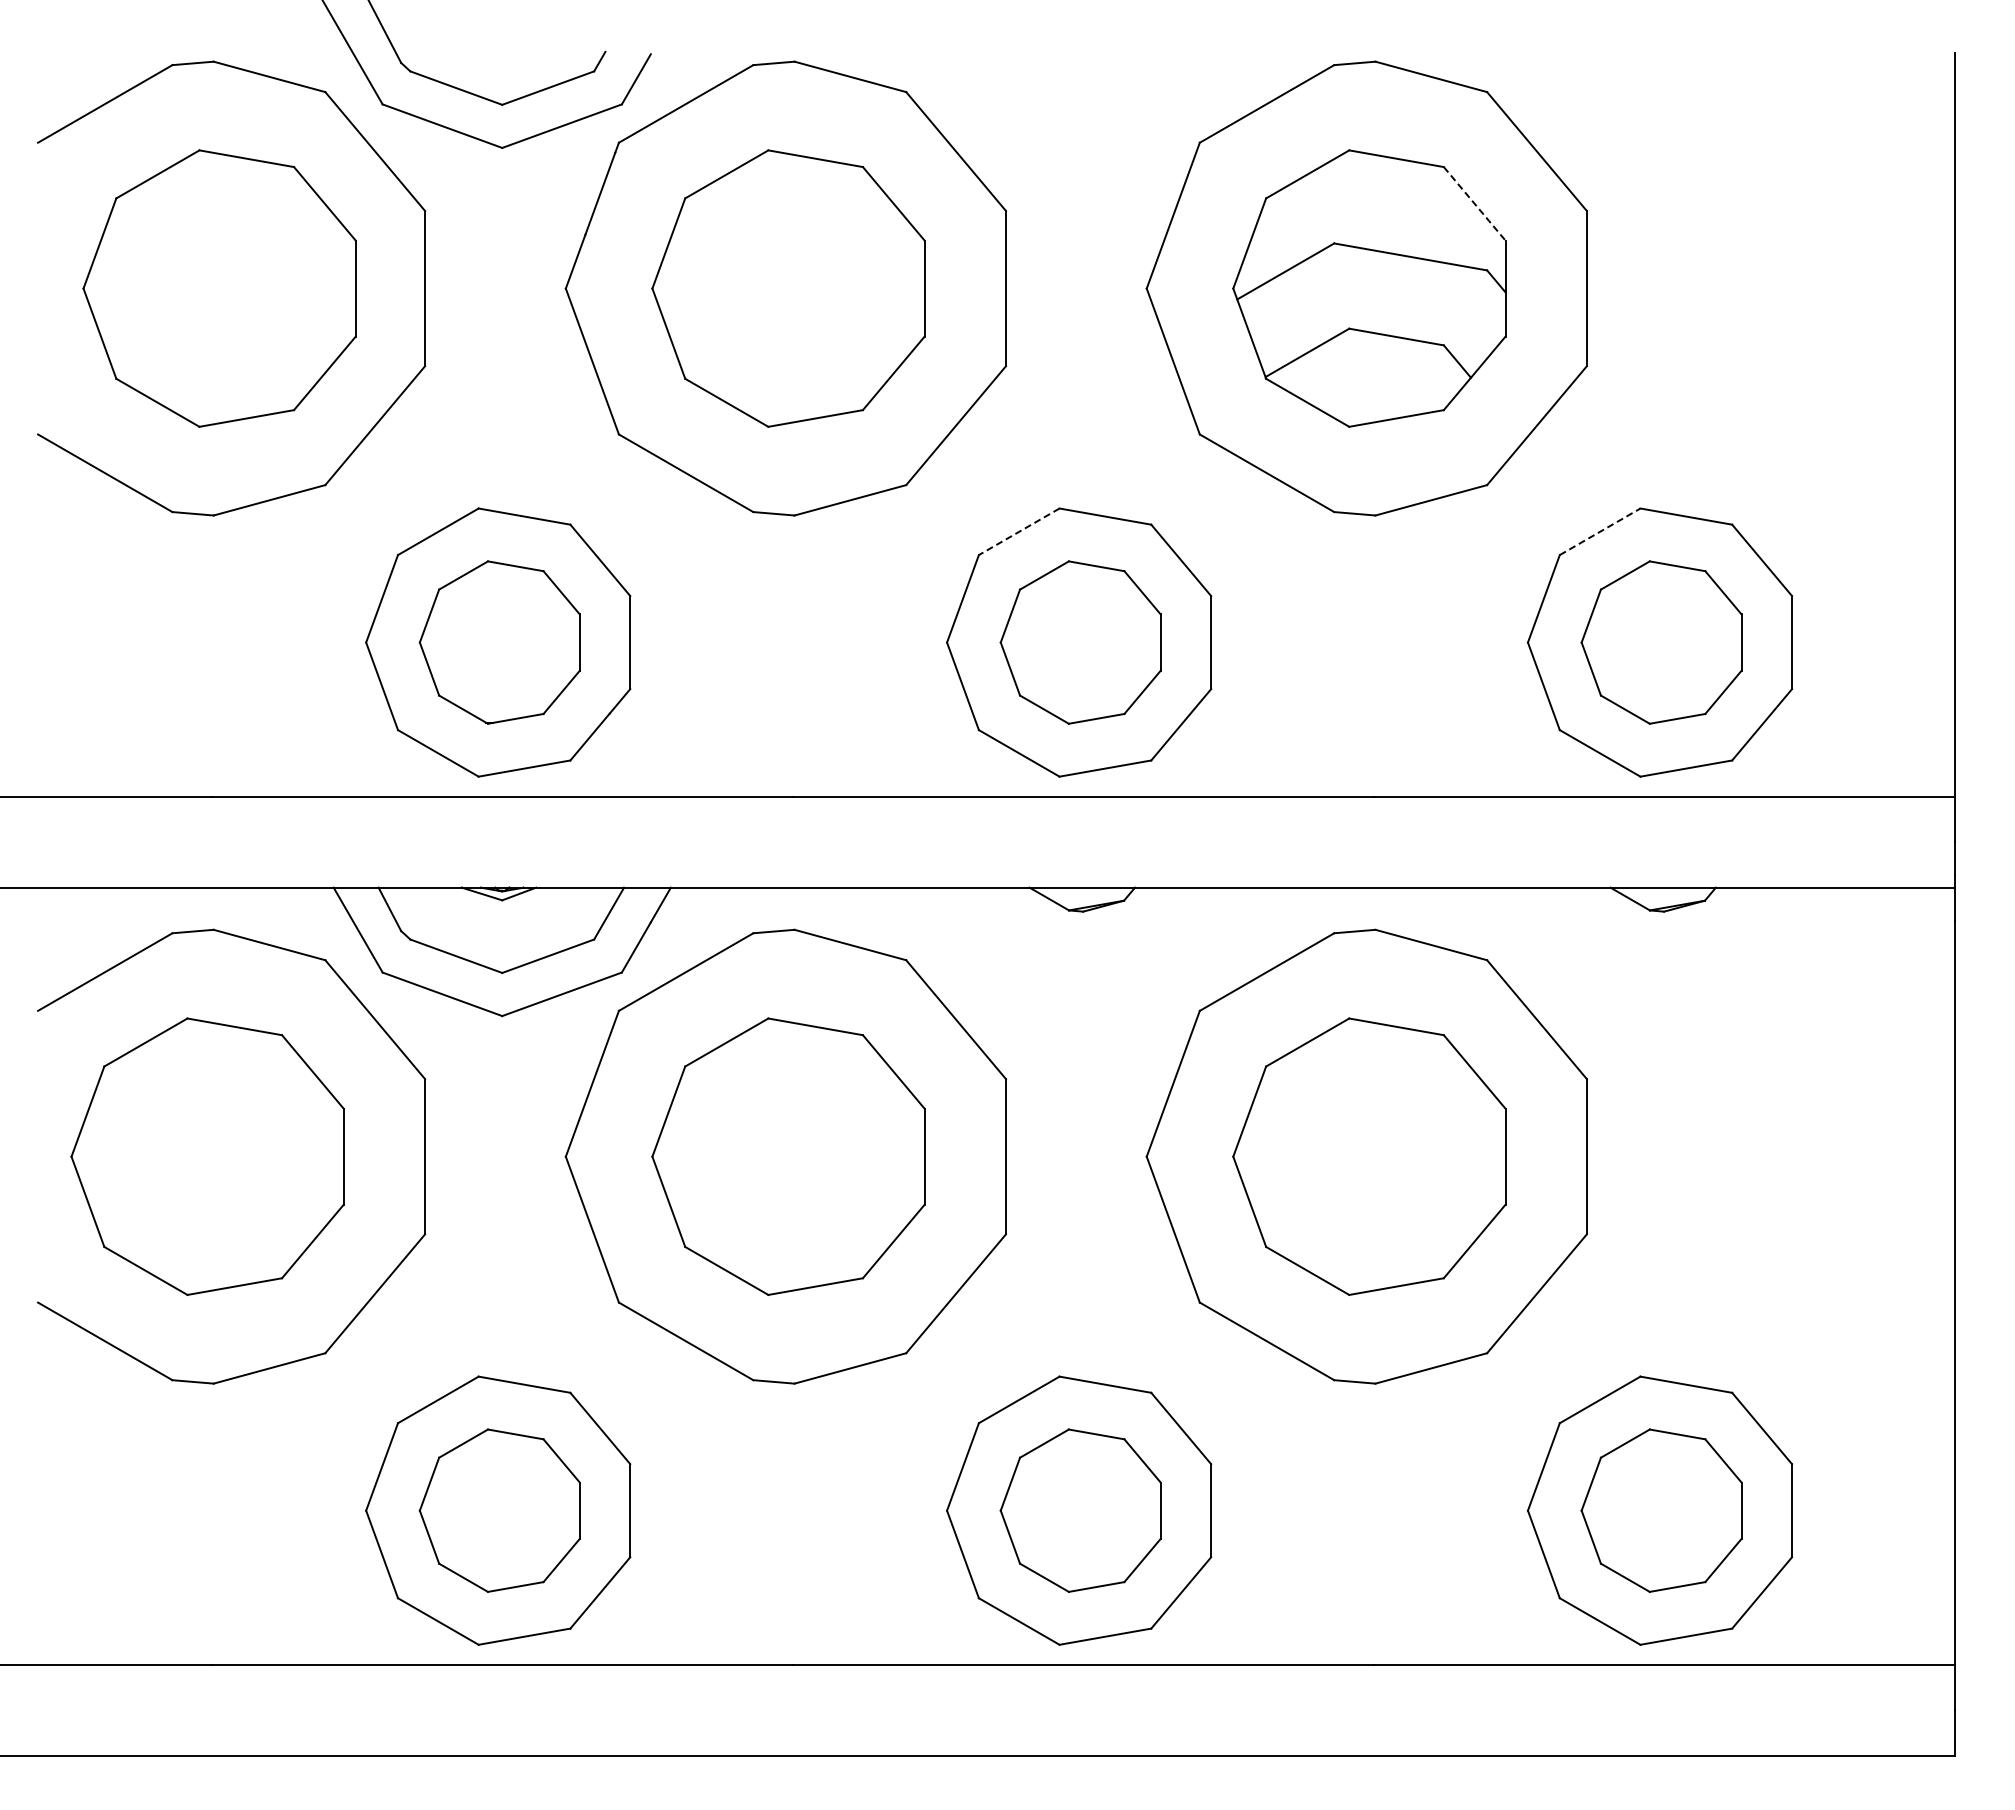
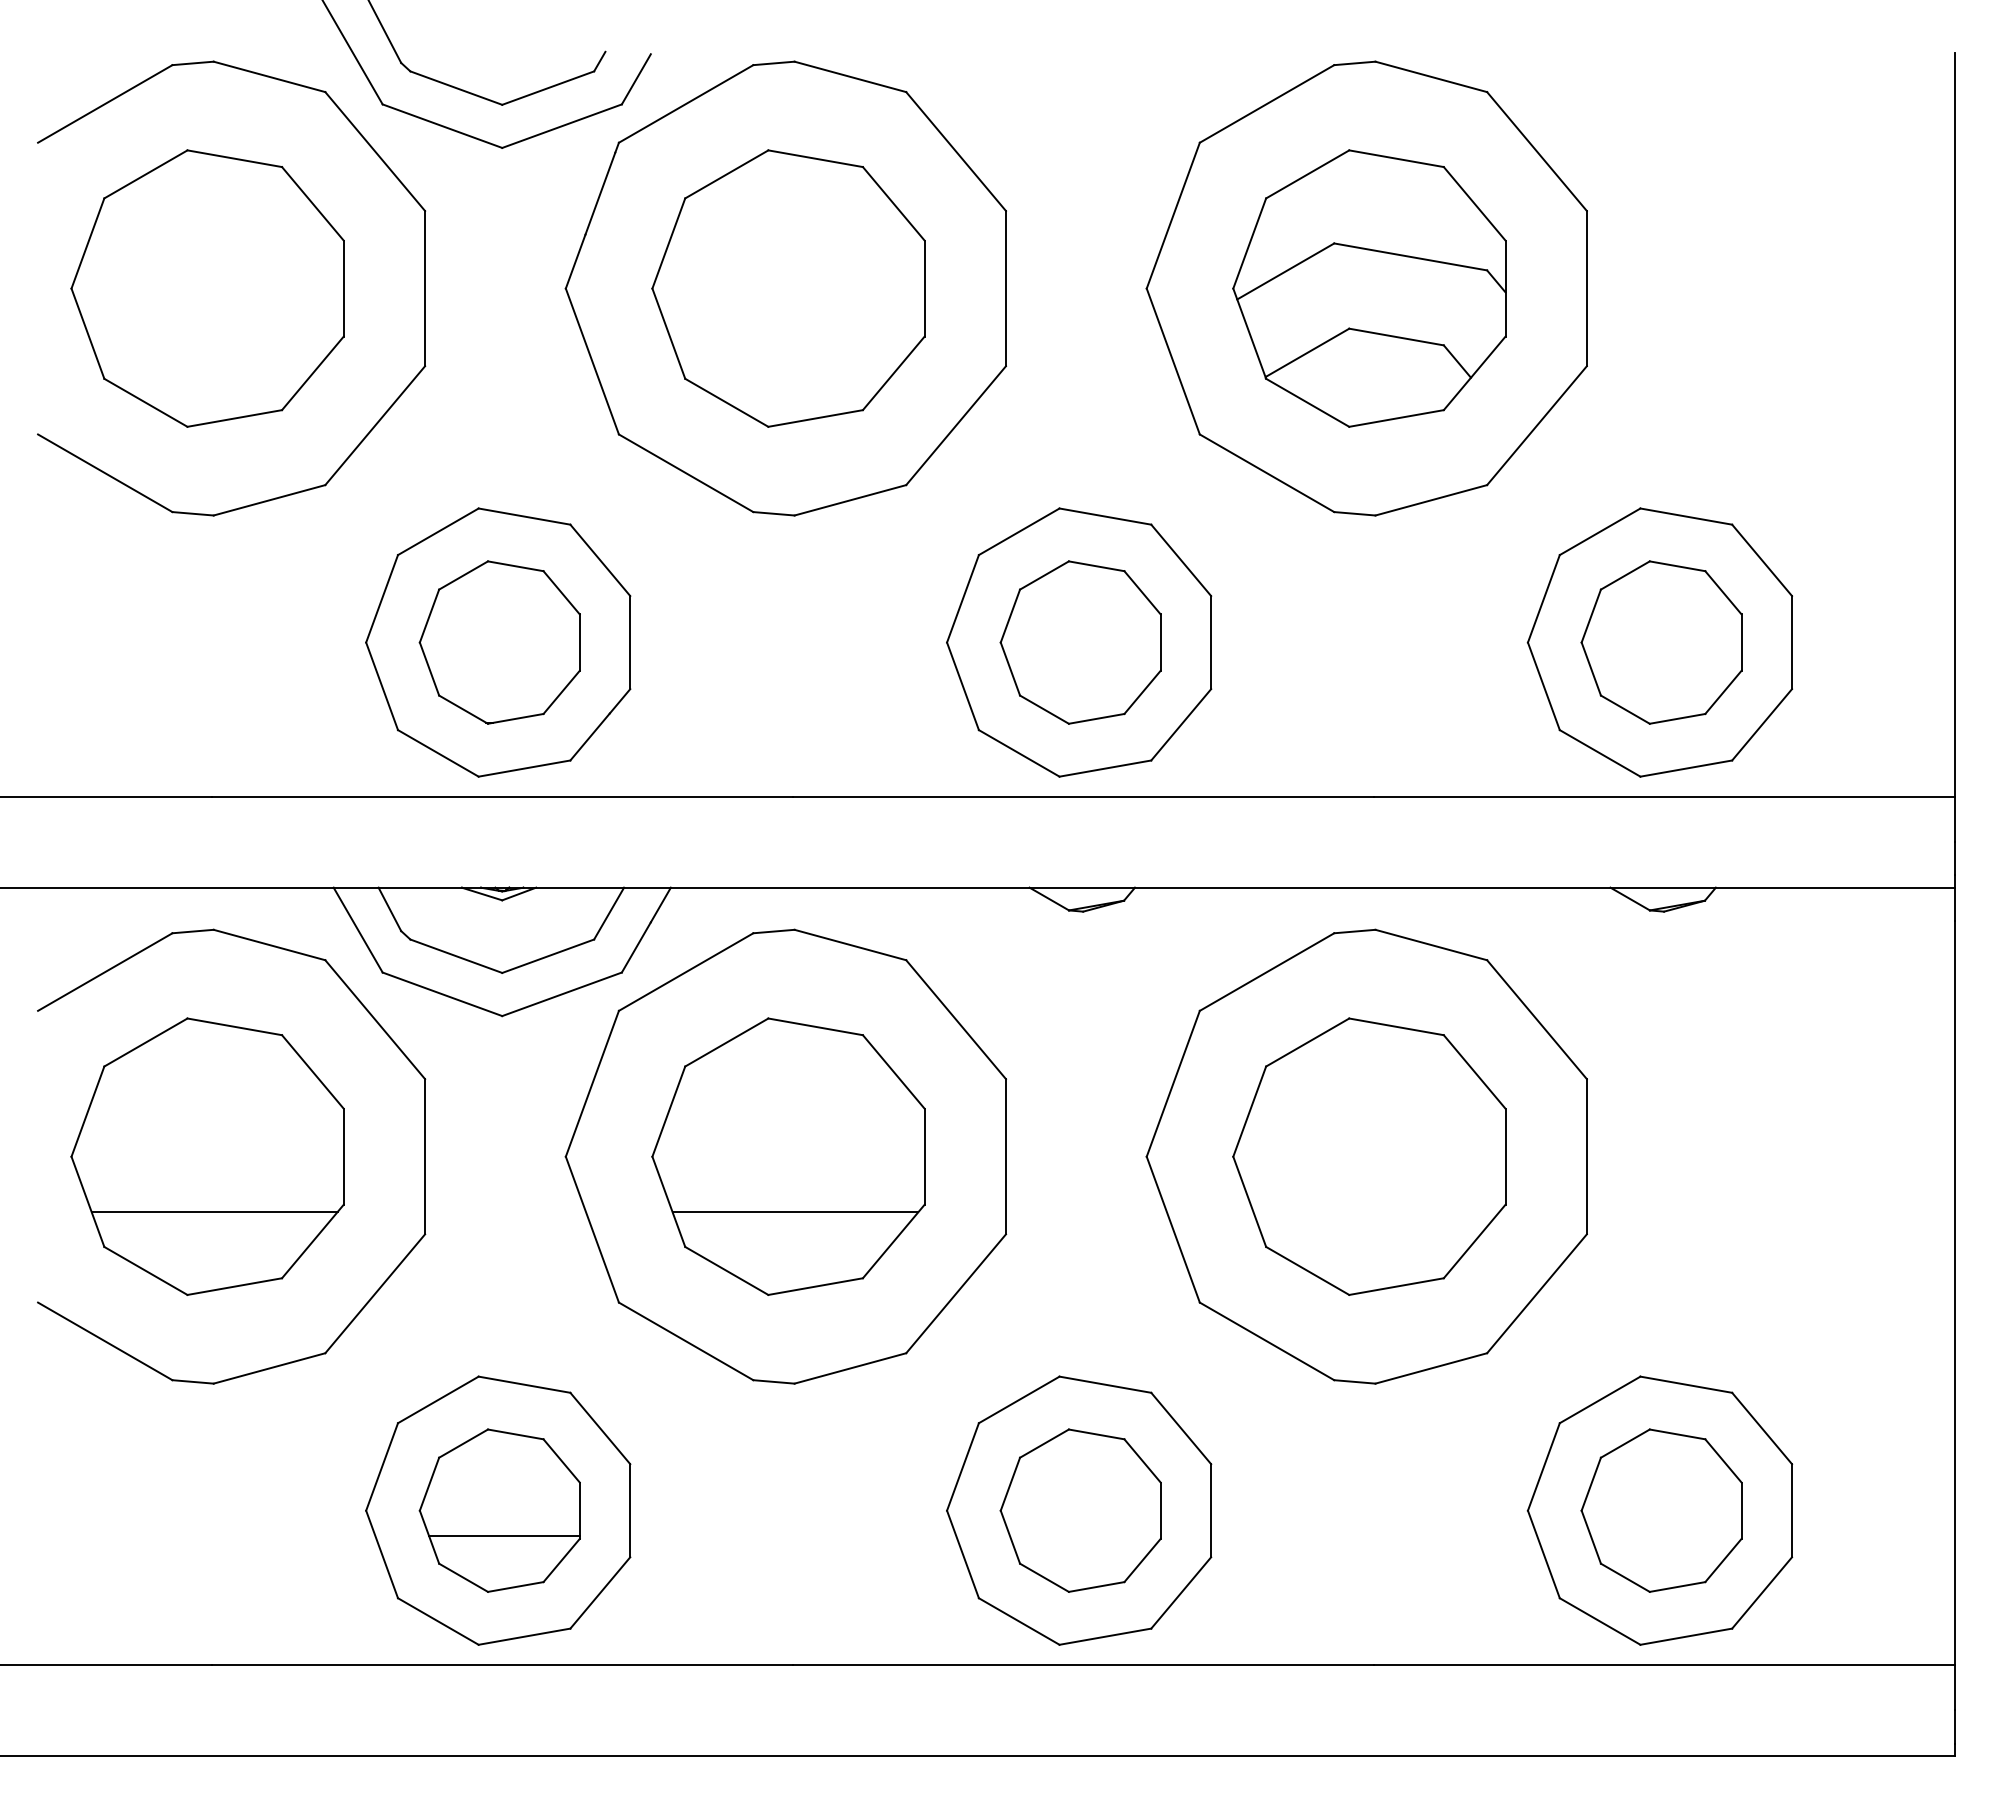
line at (1474, 204): dashed -> solid
part at (219, 288) position: (219, 288) -> (207, 288)
line at (1019, 531): dashed -> solid
line at (1600, 531): dashed -> solid
line at (214, 1212): none -> present
line at (795, 1212): none -> present
line at (504, 1536): none -> present
